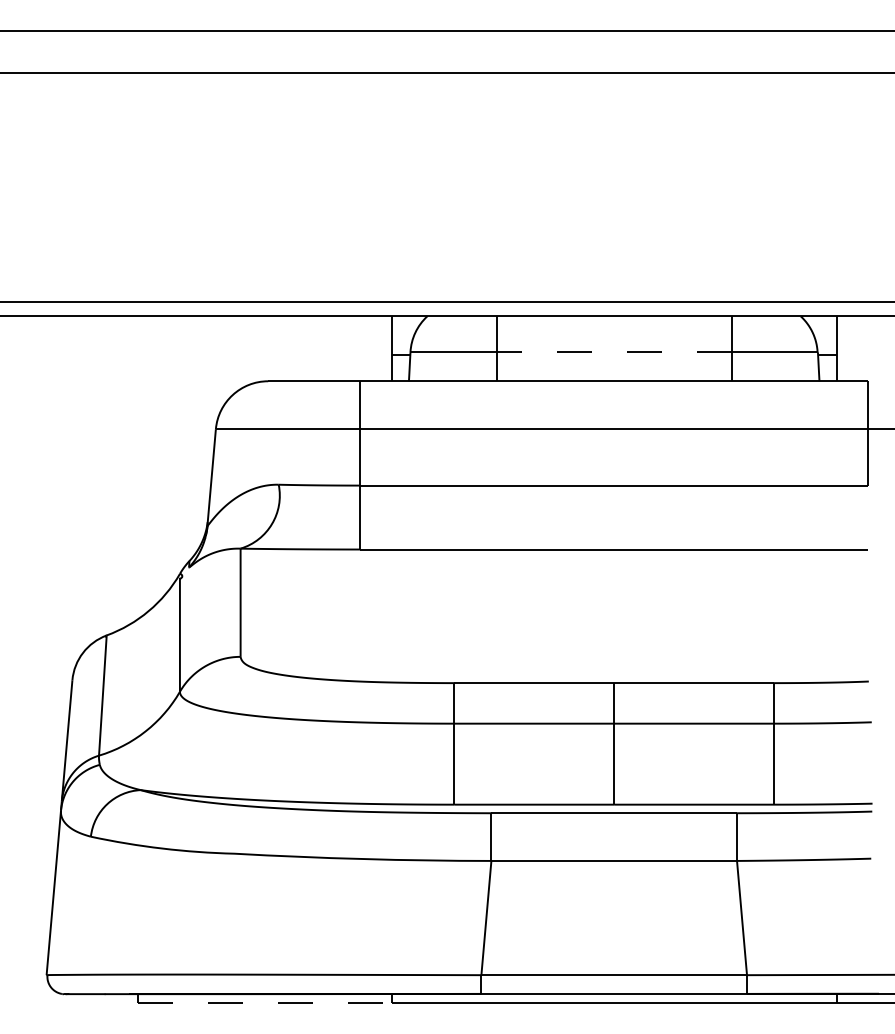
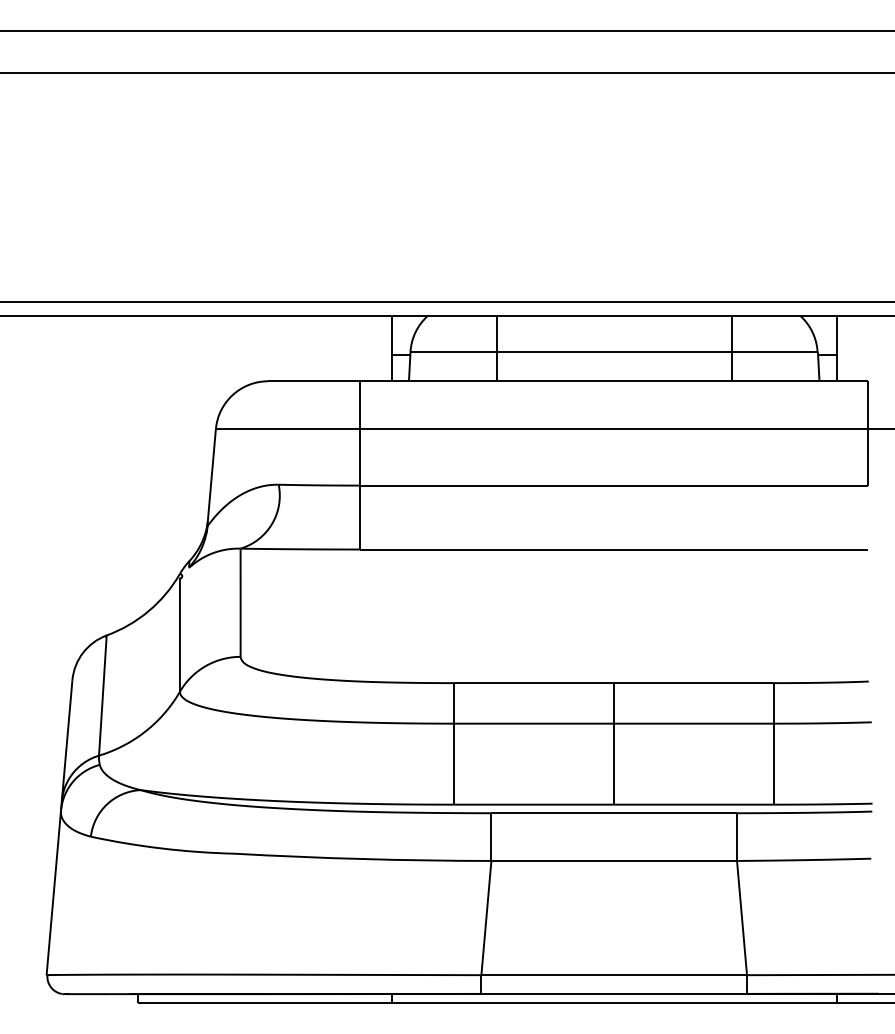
line at (614, 352): dashed -> solid
line at (264, 1002): dashed -> solid
